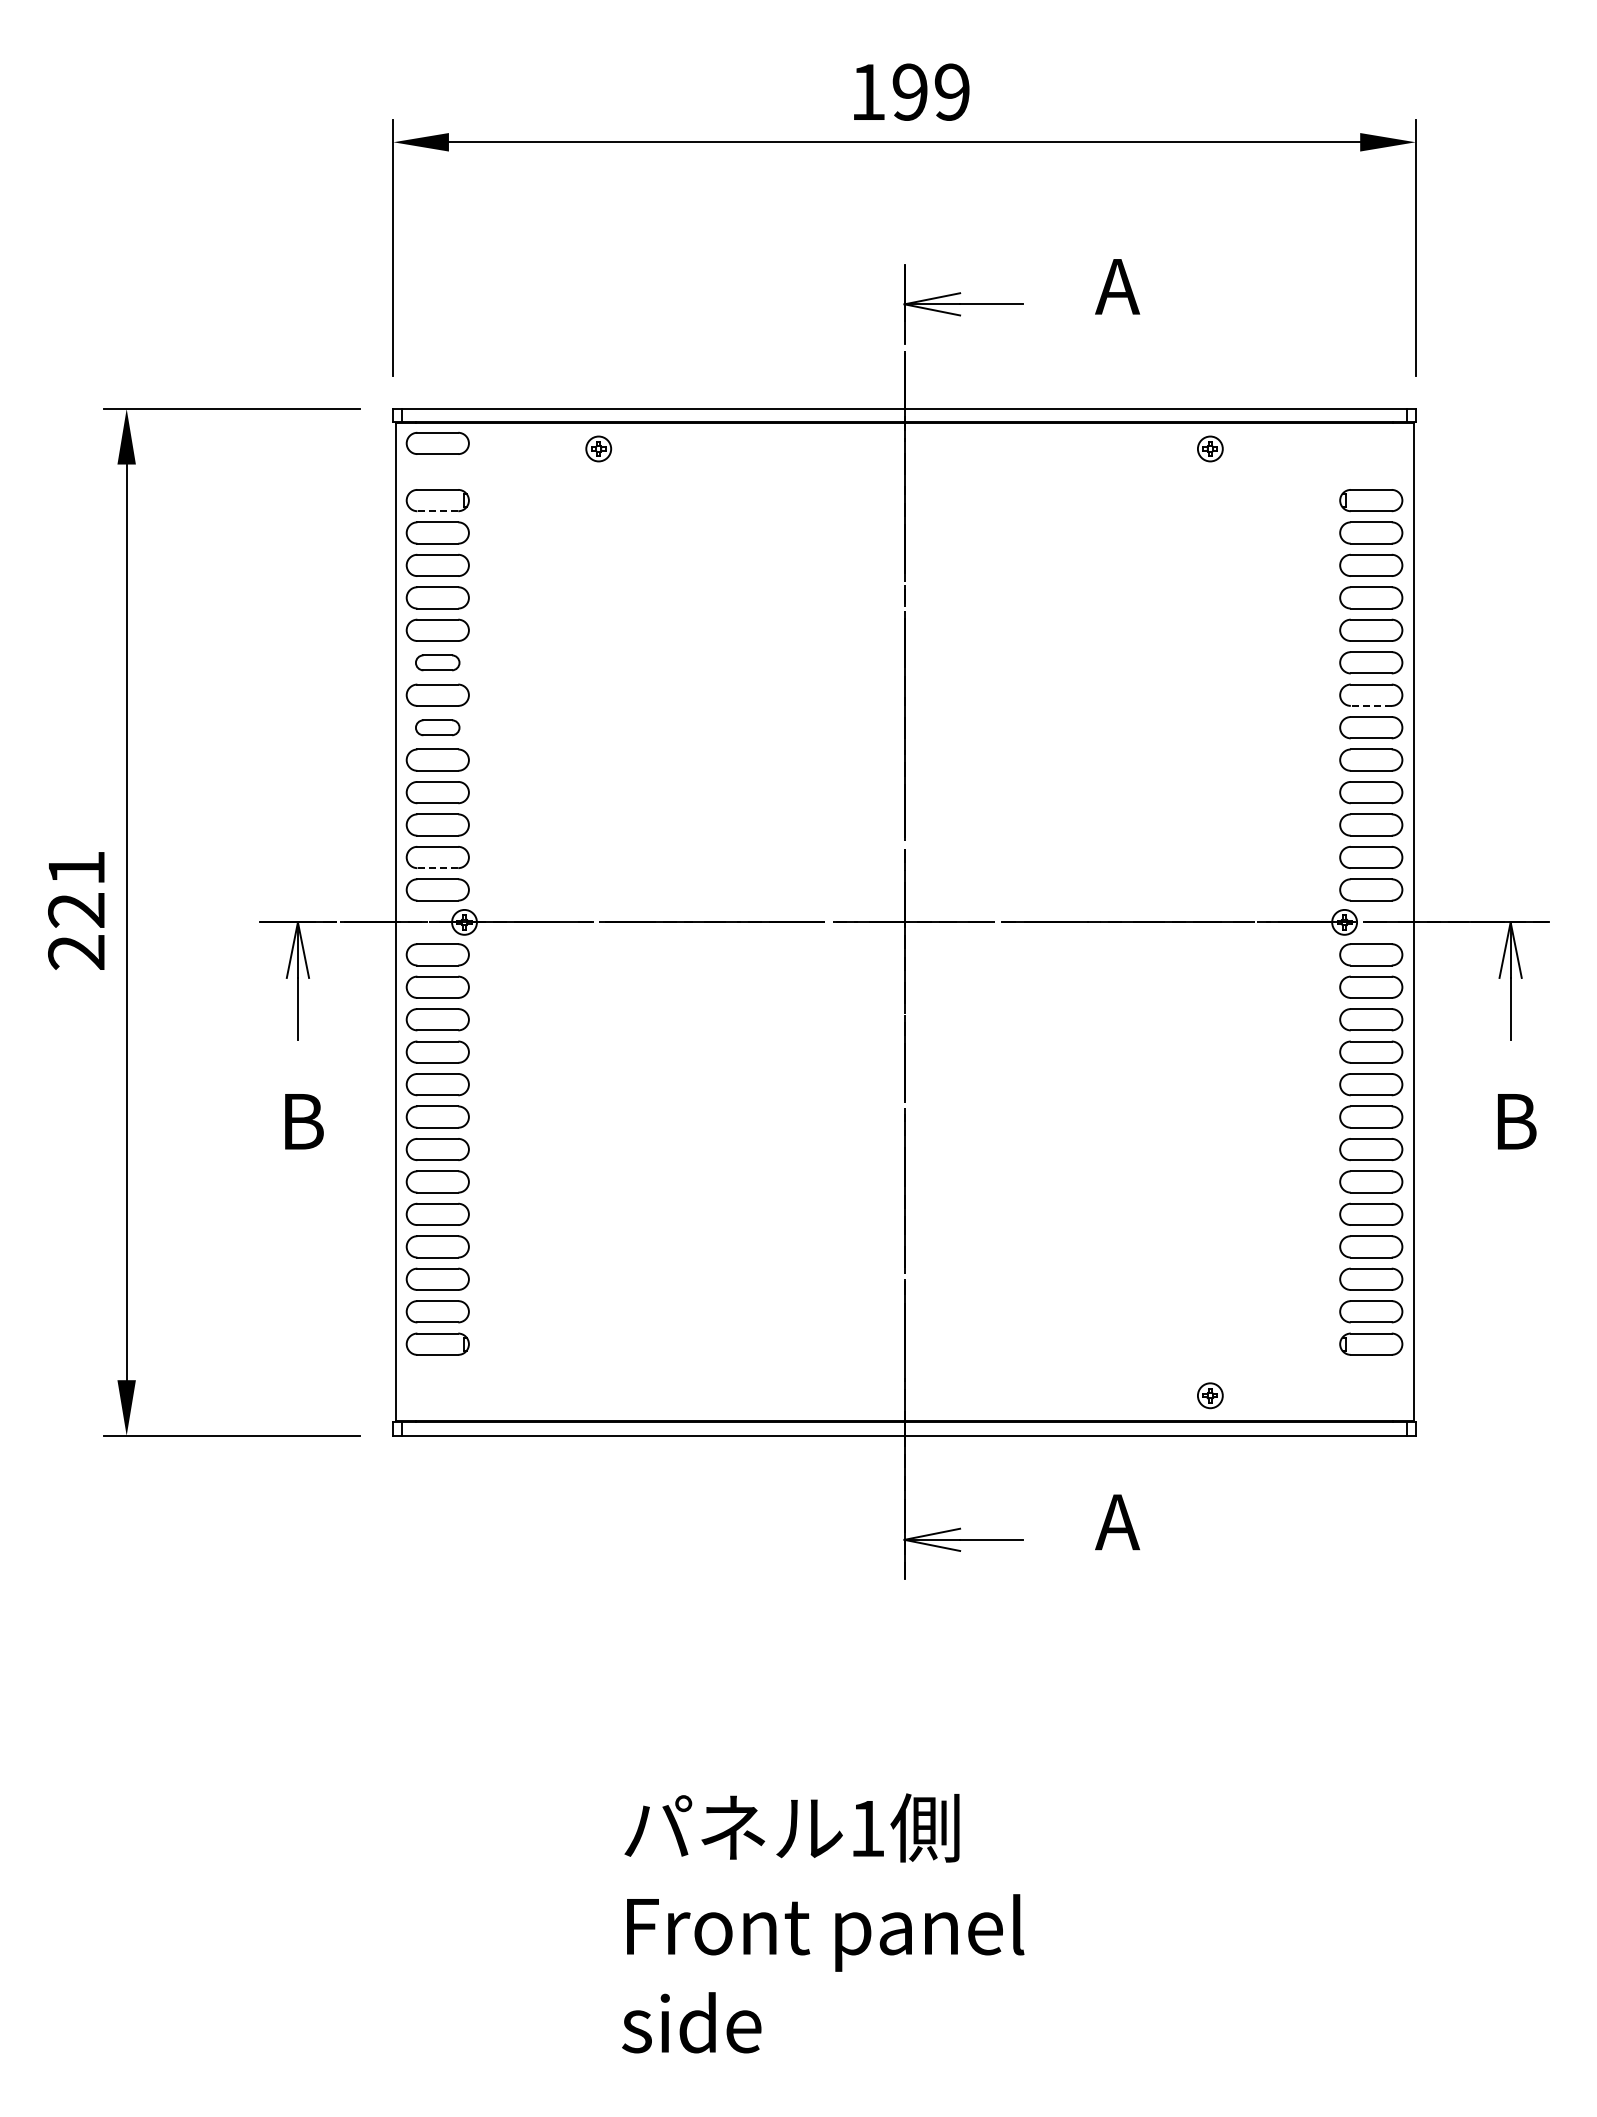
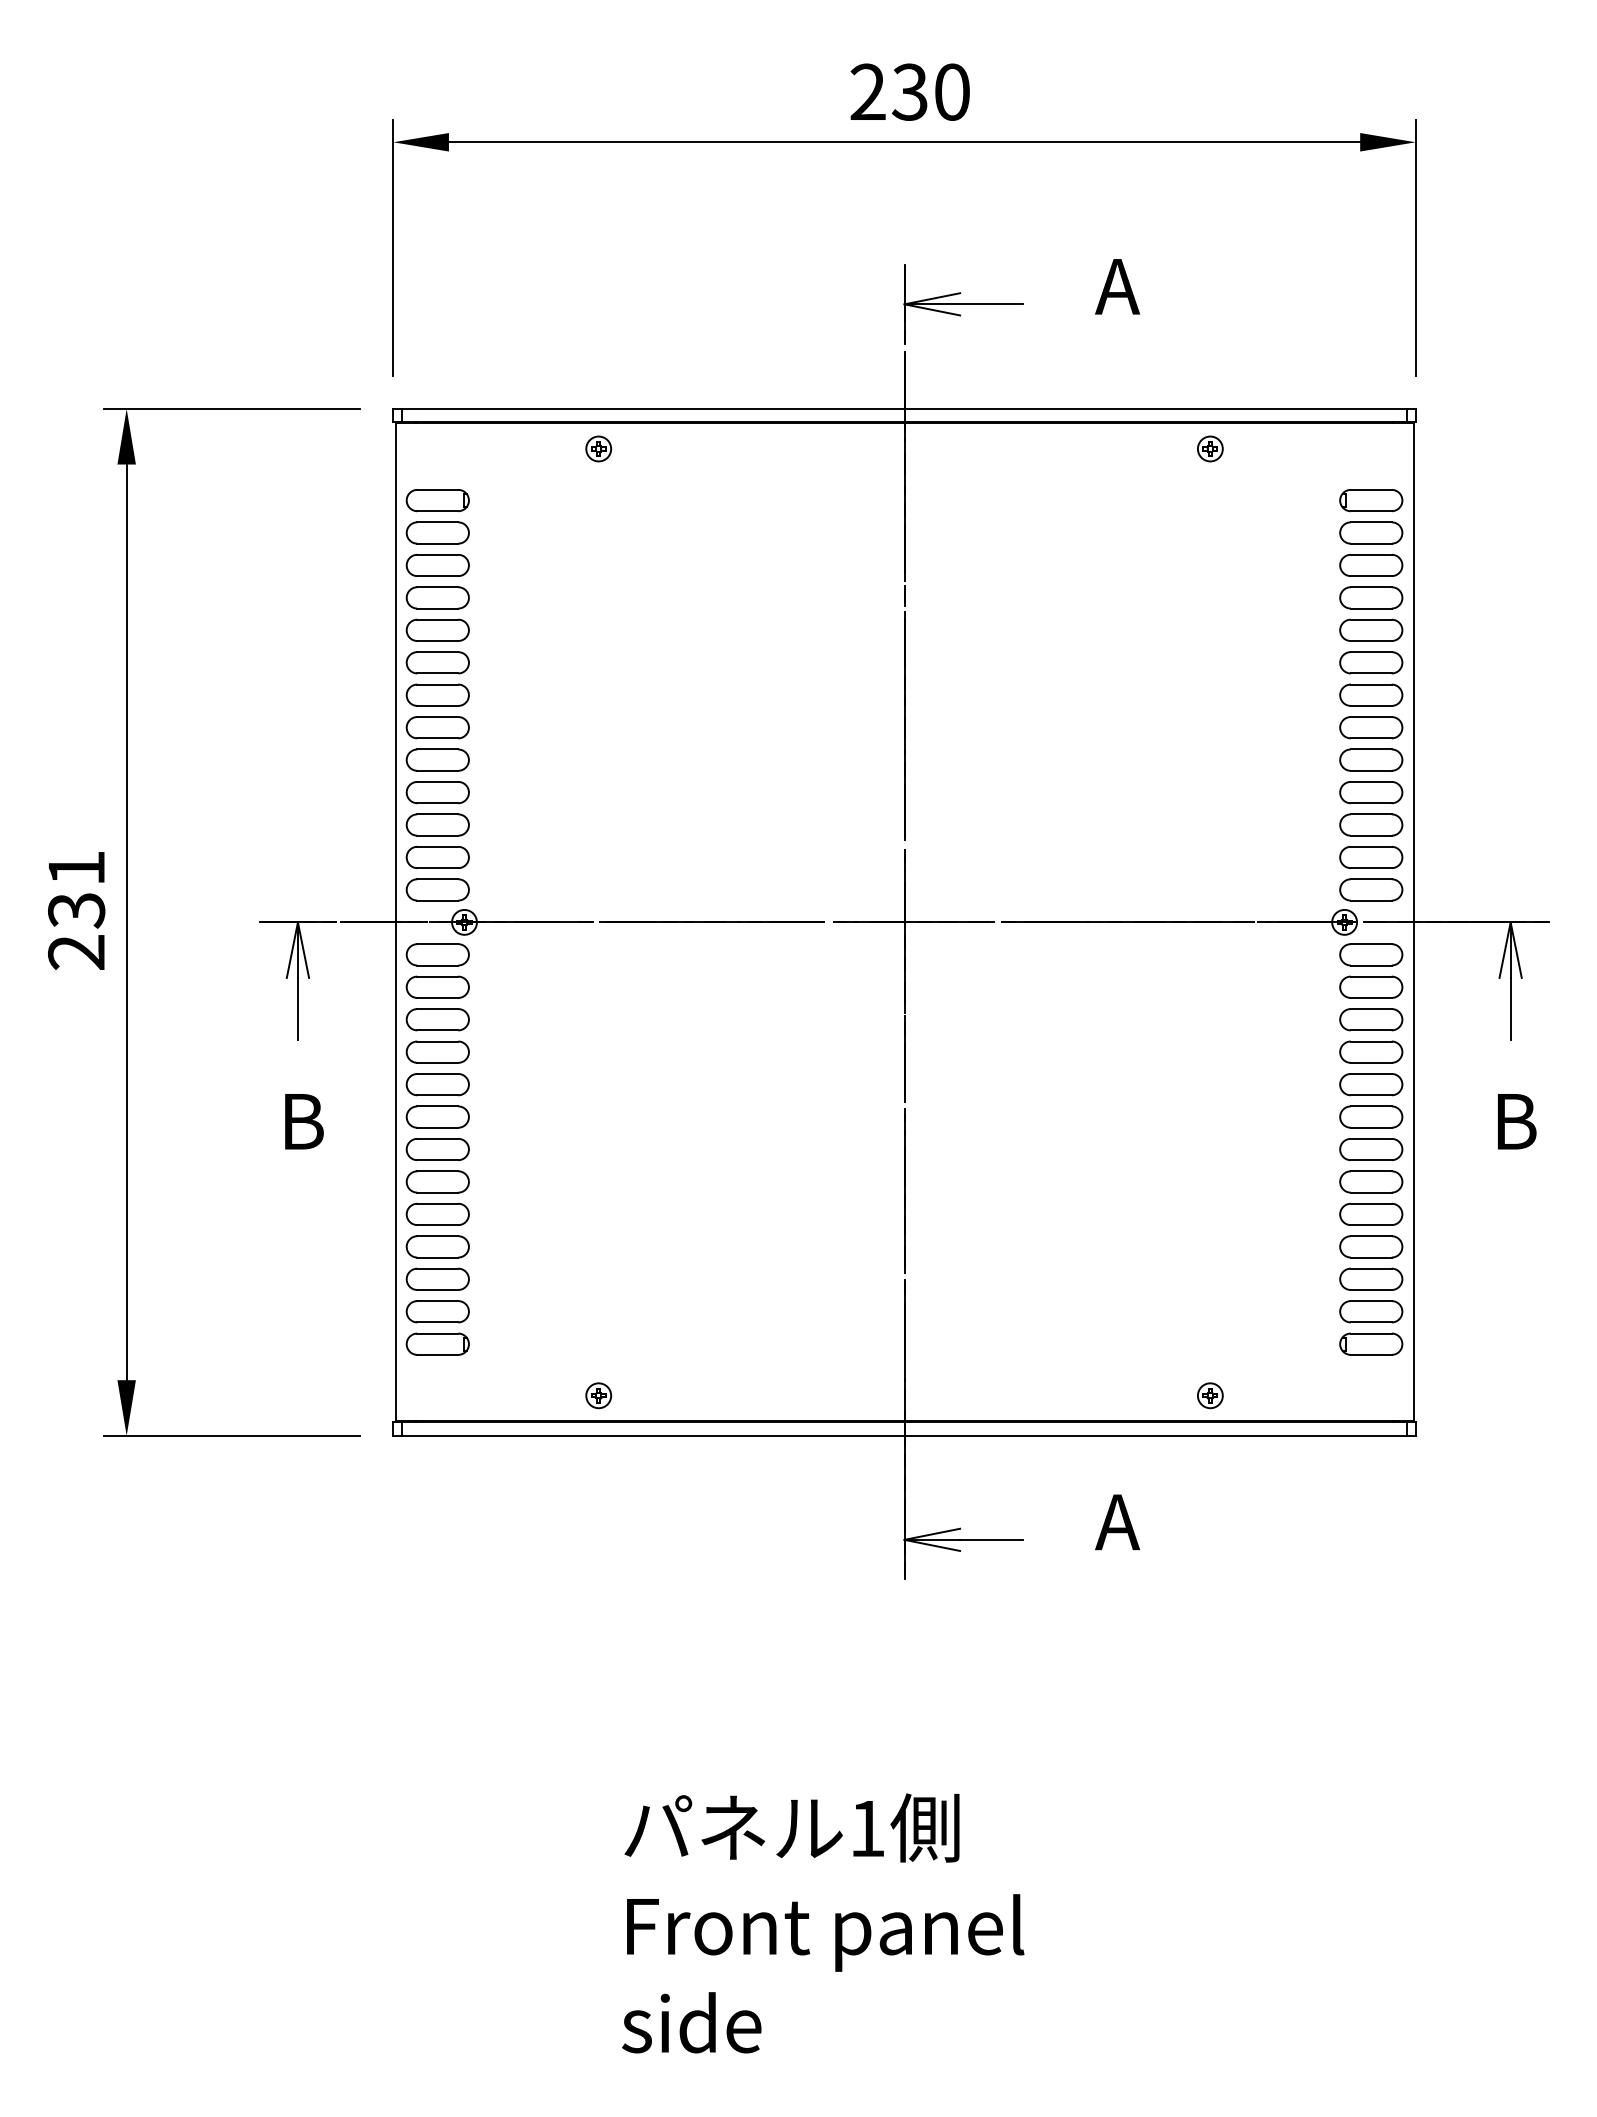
text at (909, 91): 199 -> 230
part at (437, 442): present -> none
line at (437, 511): dashed -> solid
part at (437, 662) size: 46x18 px -> 65x24 px
line at (1370, 705): dashed -> solid
part at (437, 727) size: 46x18 px -> 65x24 px
line at (437, 868): dashed -> solid
text at (76, 910): 221 -> 231
part at (598, 1395): none -> present
